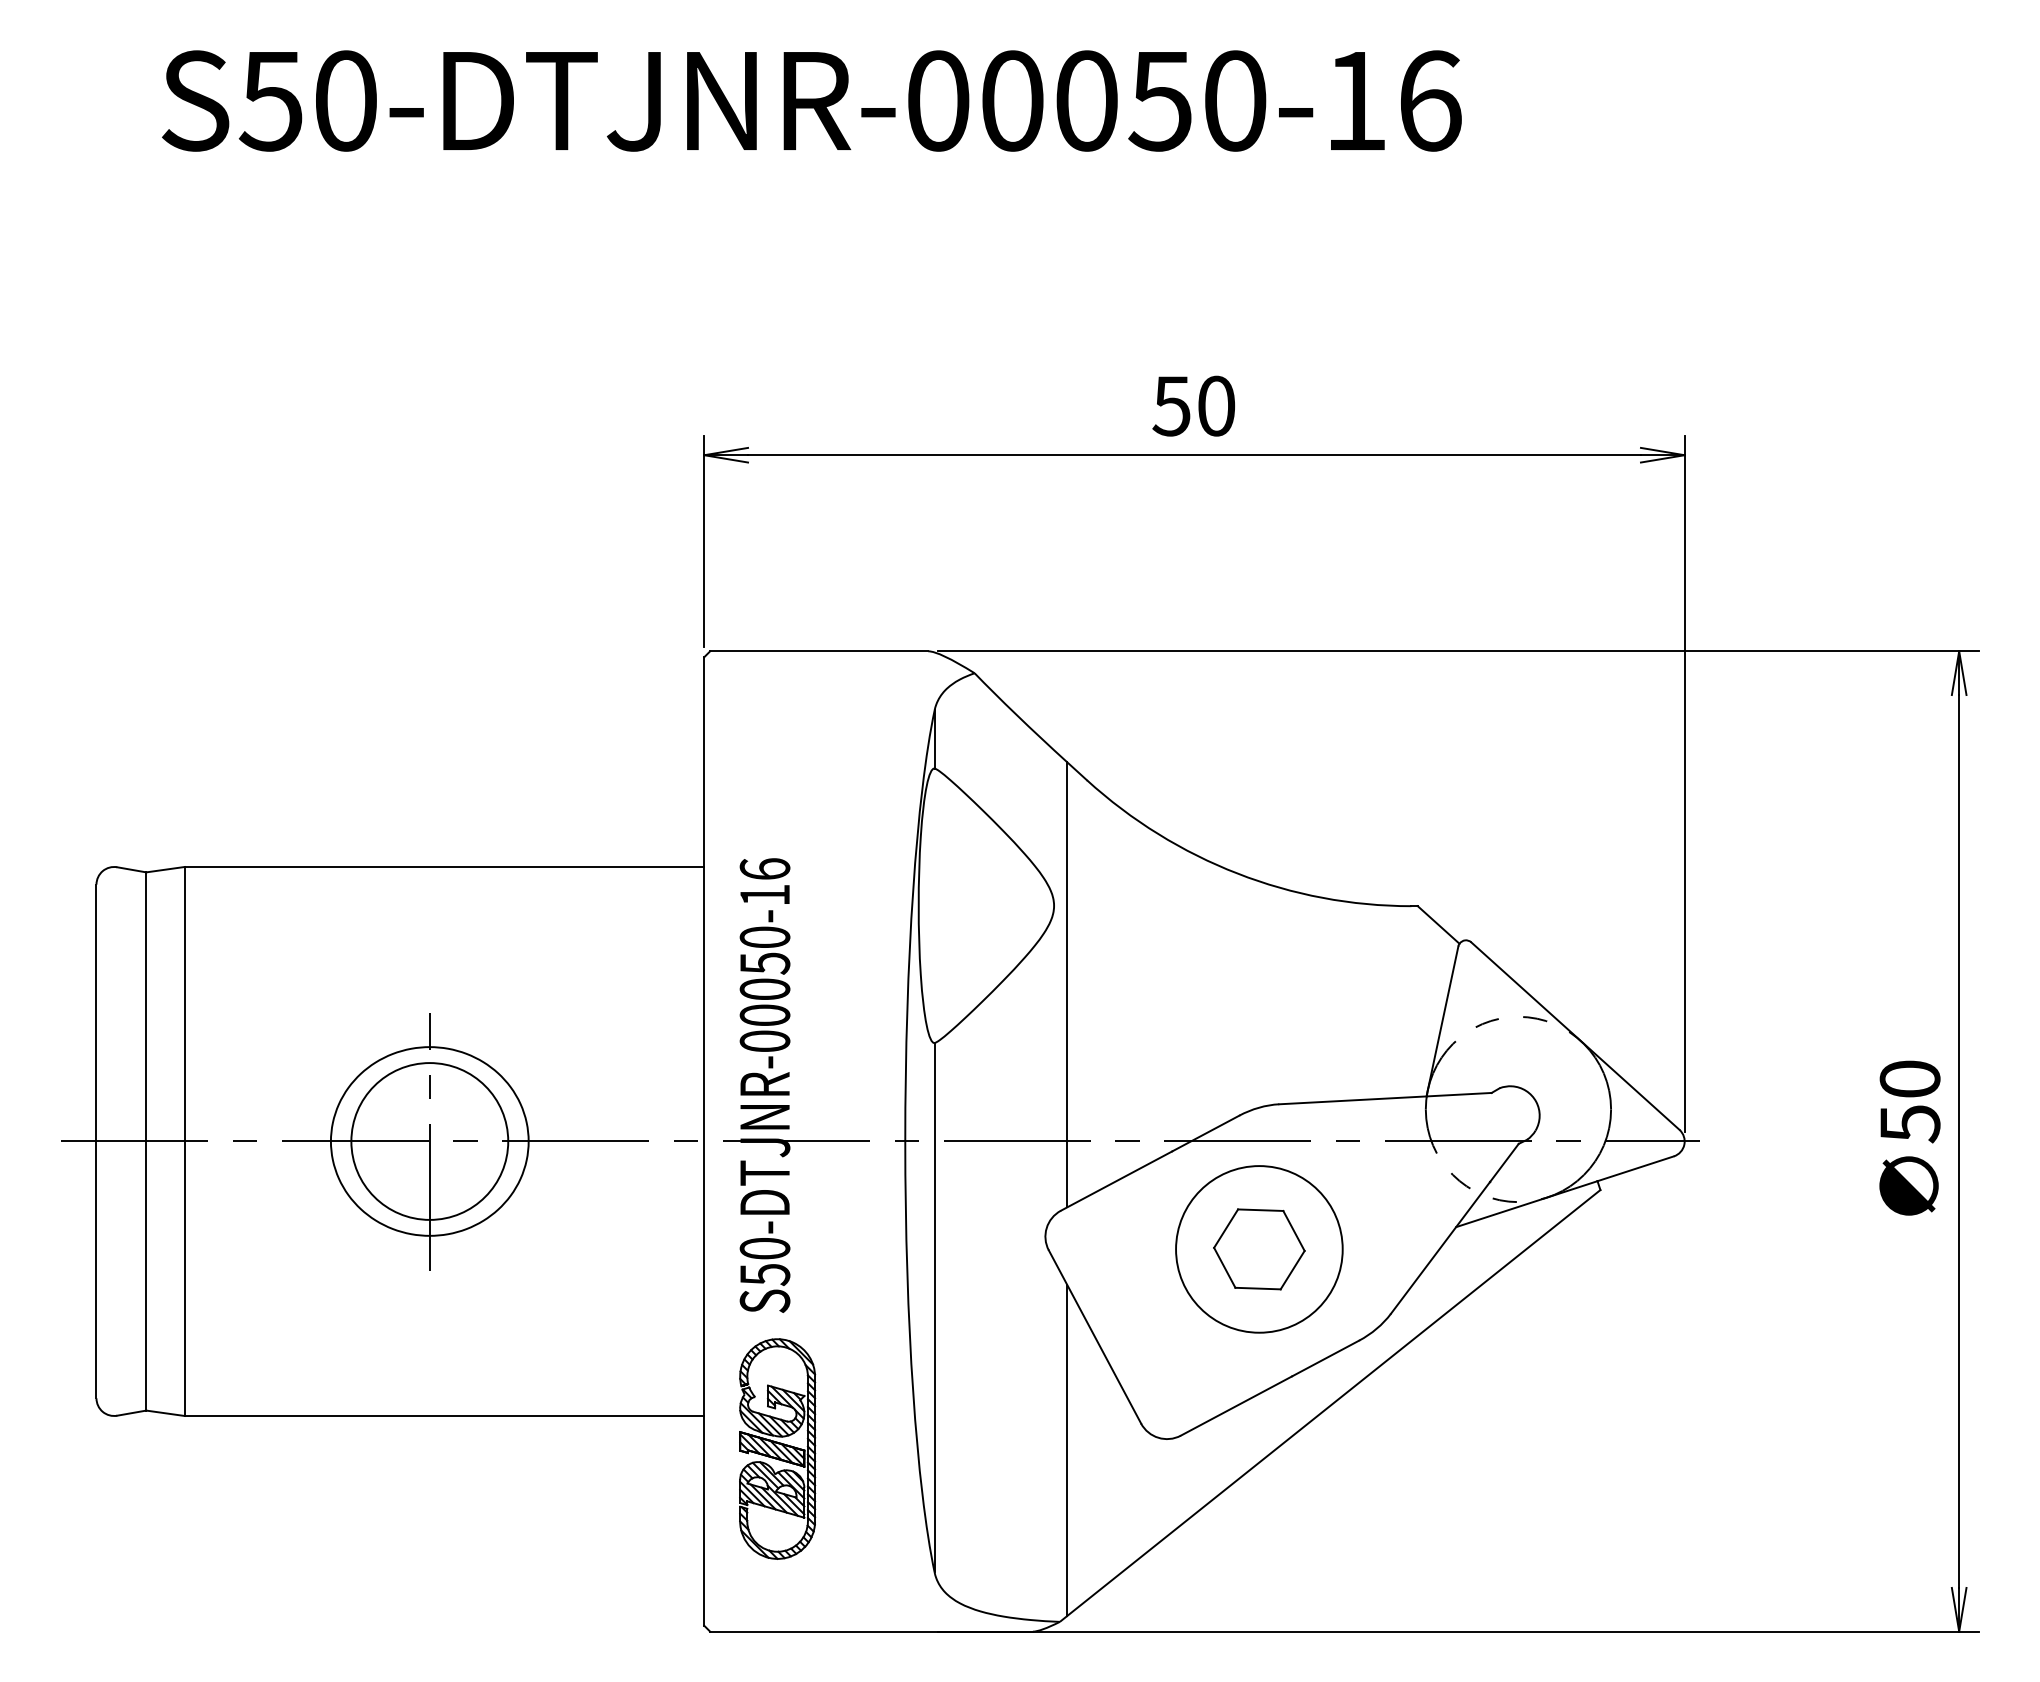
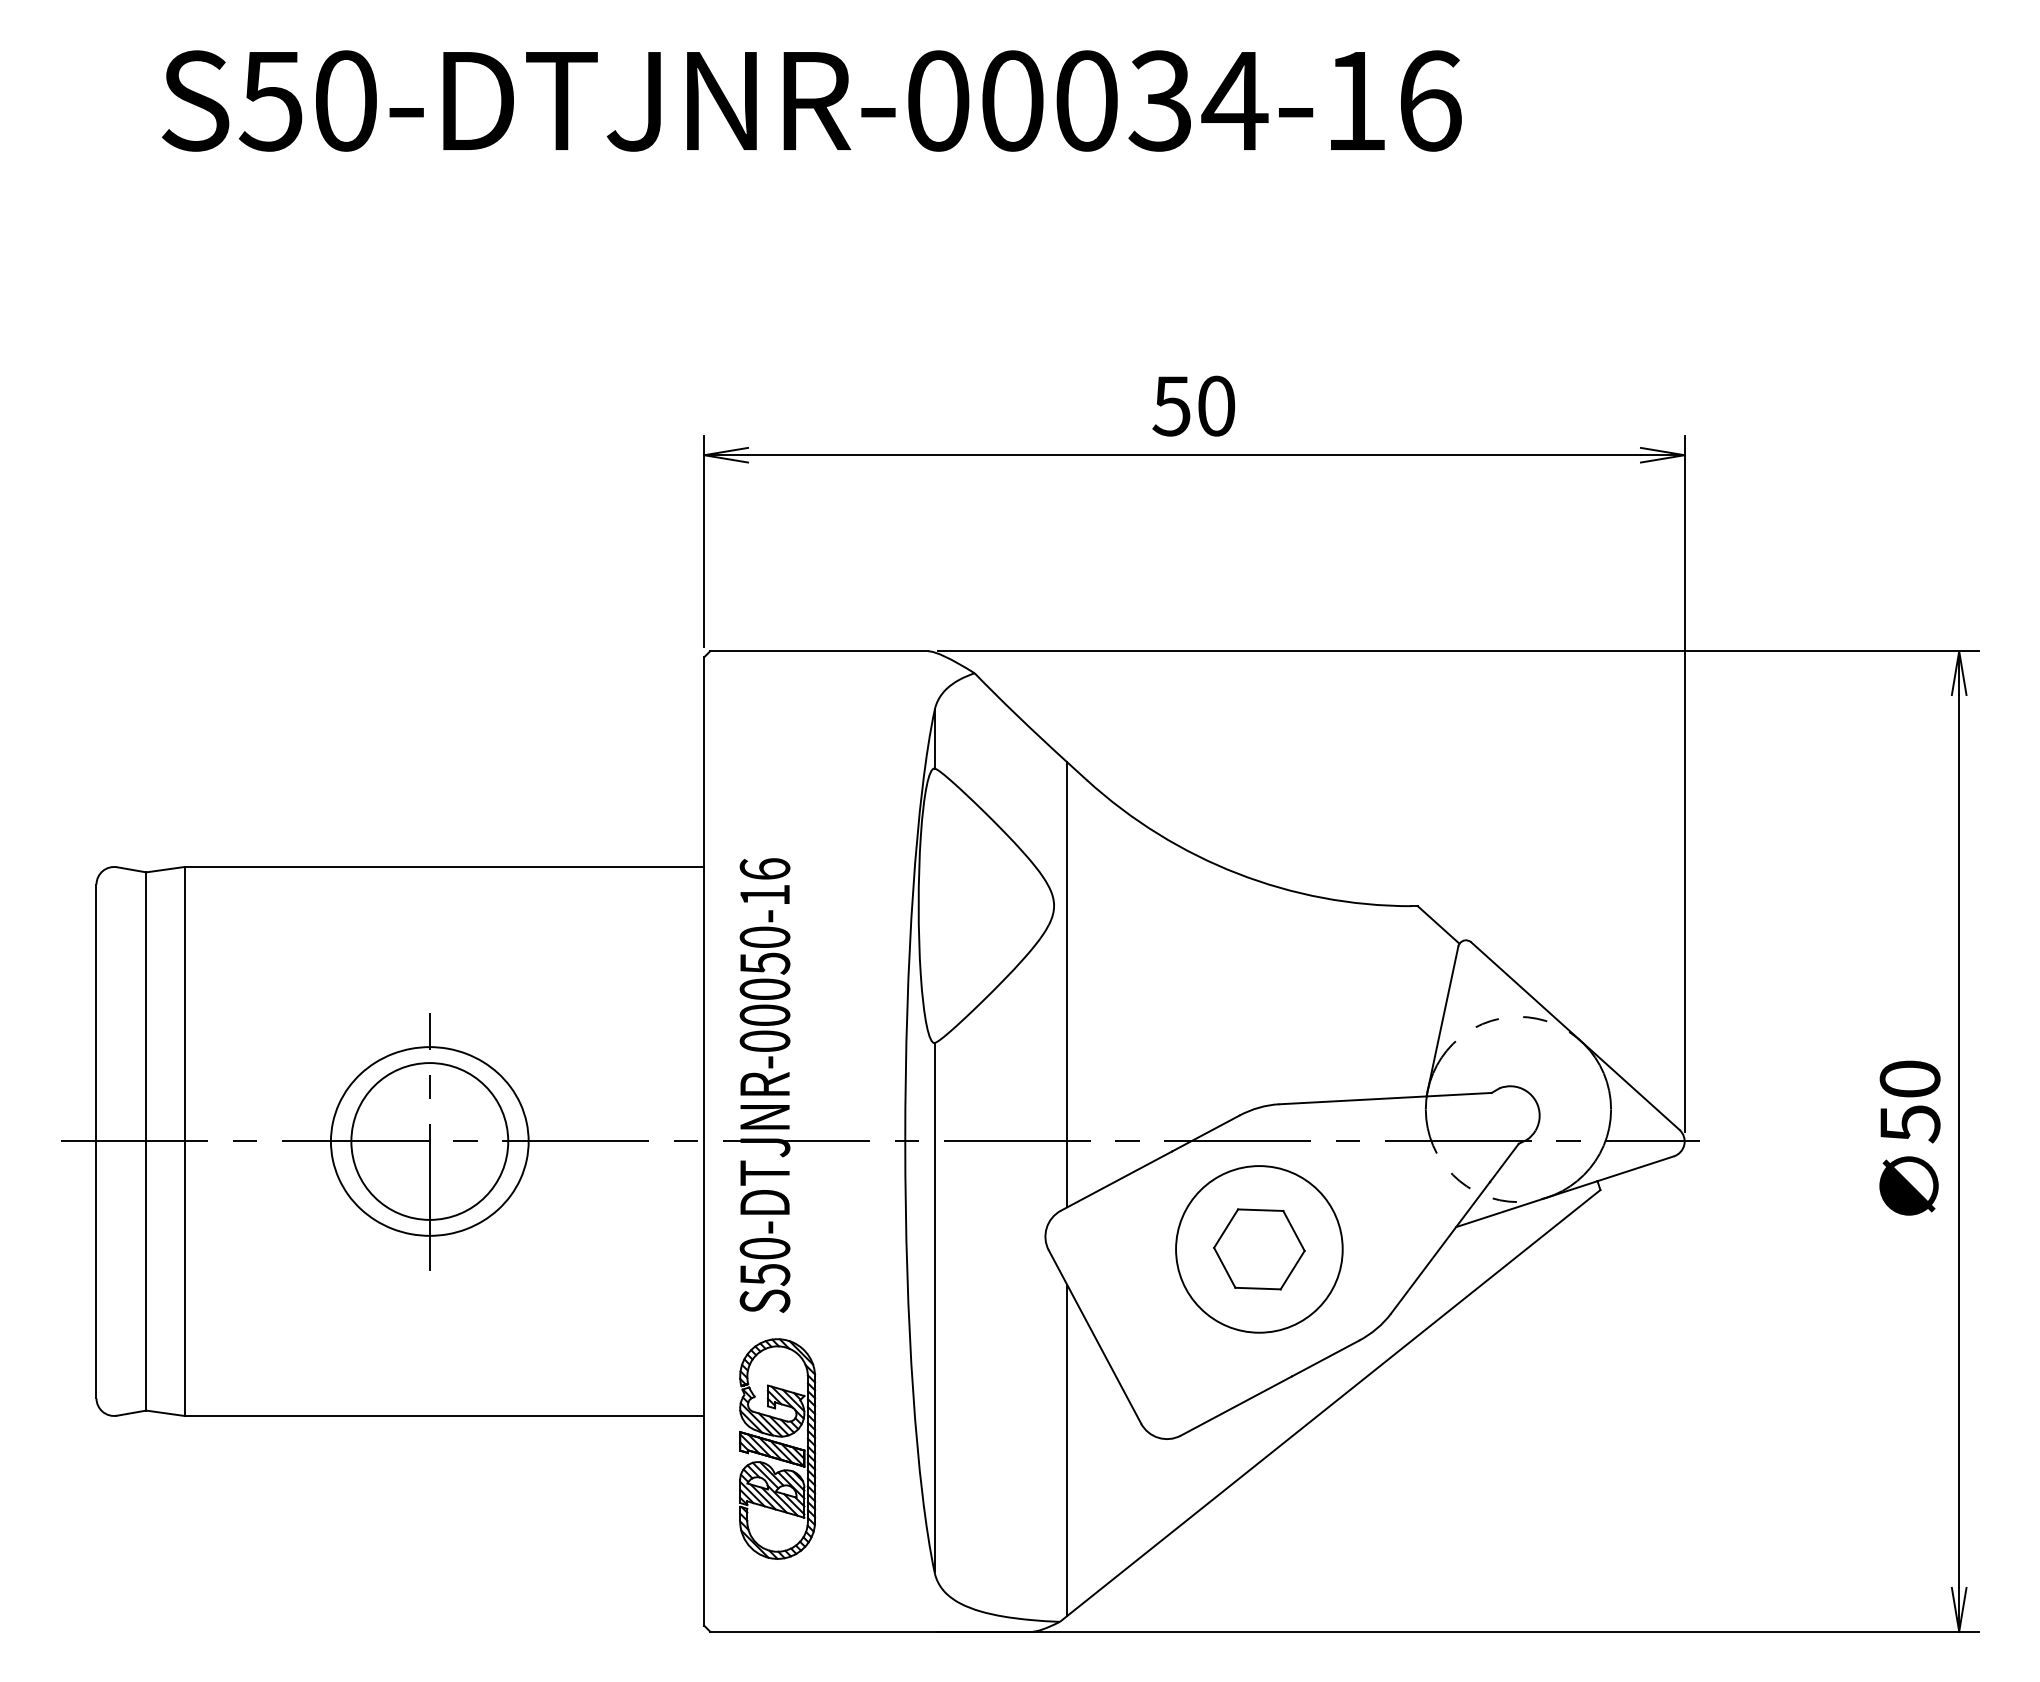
text at (1198, 100): S50-DTJNR-00050-16 -> S50-DTJNR-00034-16
